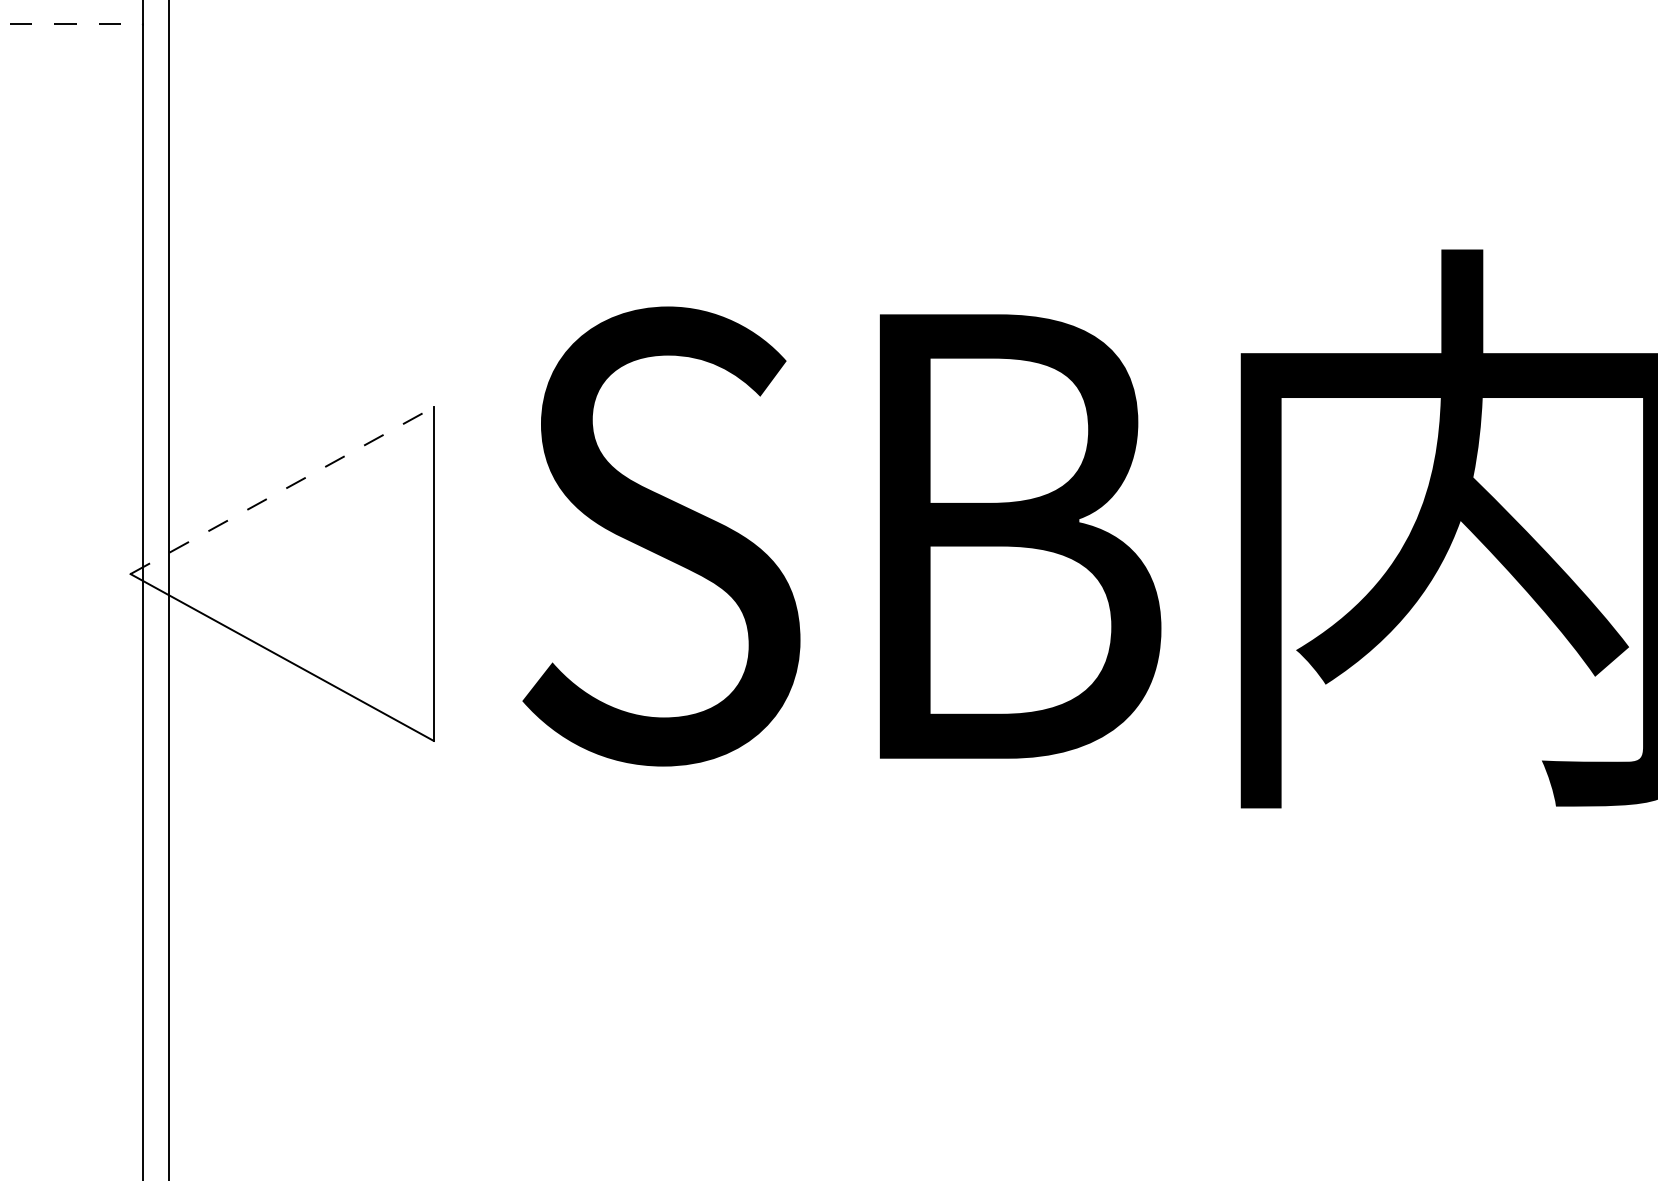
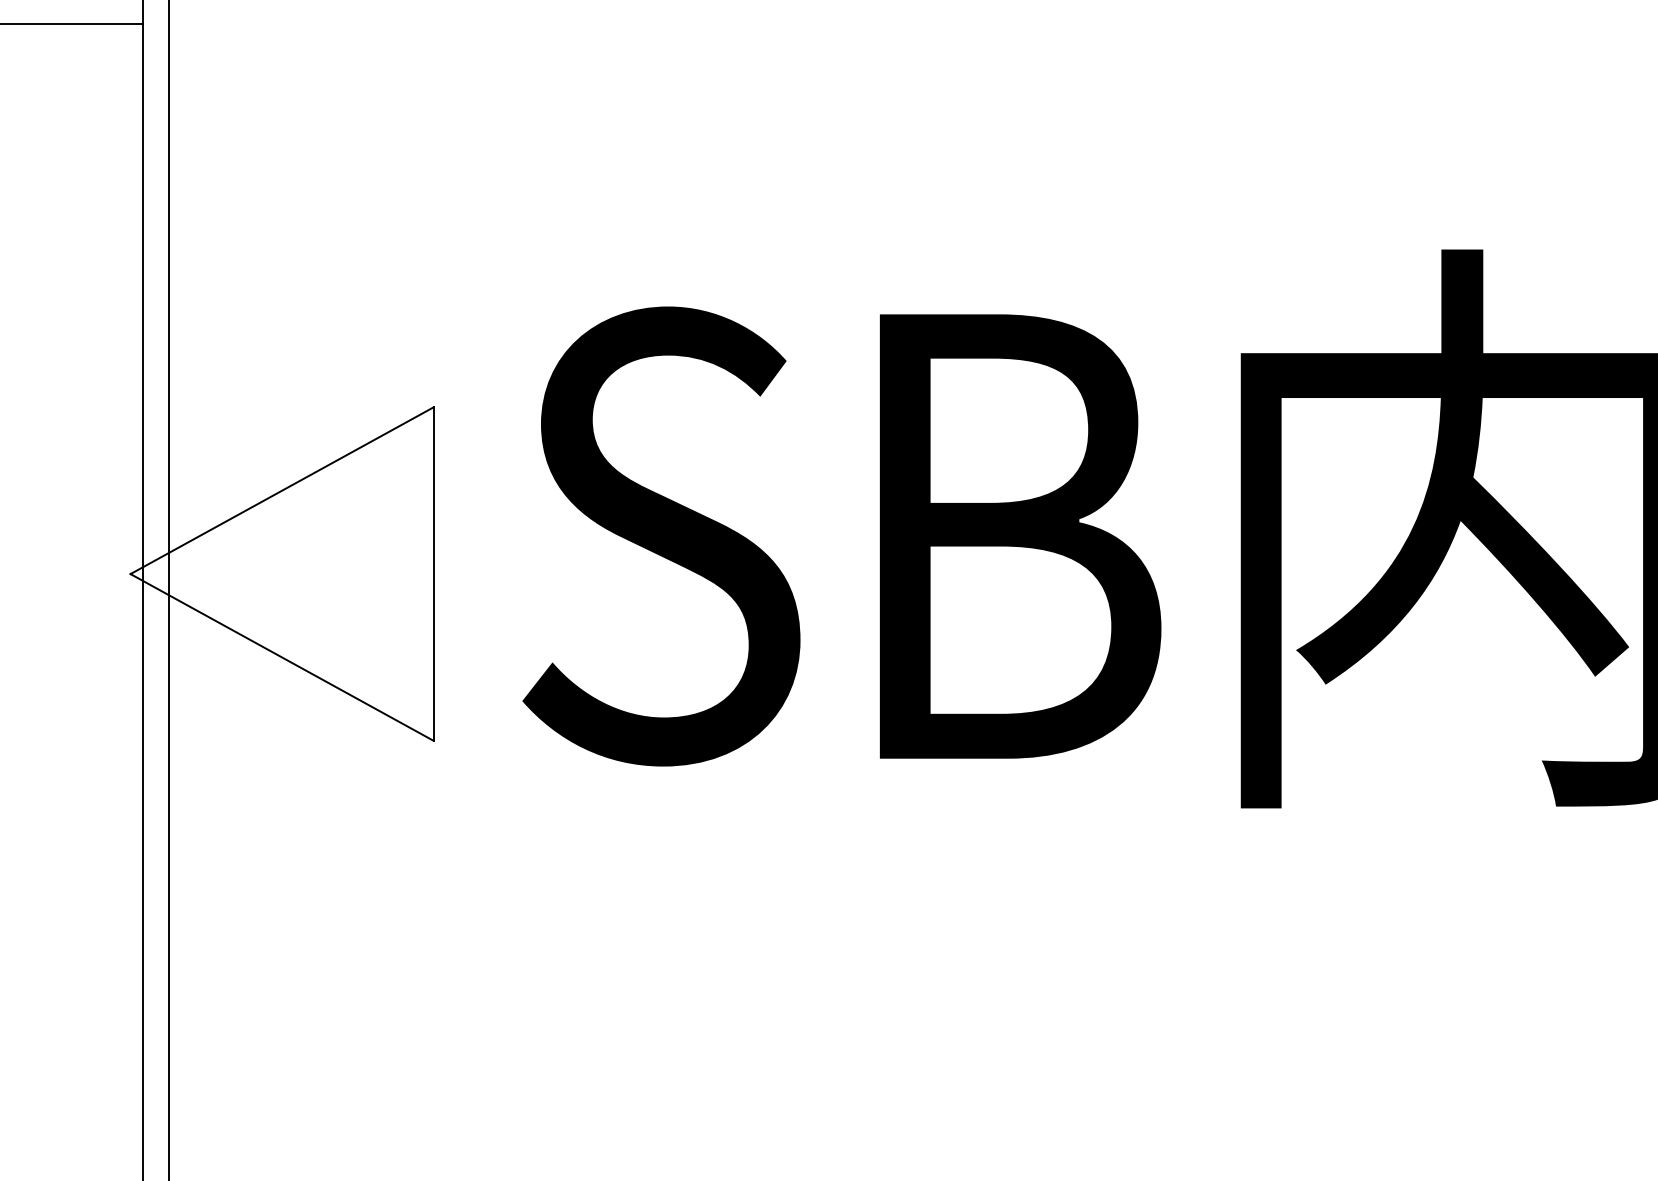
line at (71, 24): dashed -> solid
line at (282, 490): dashed -> solid
